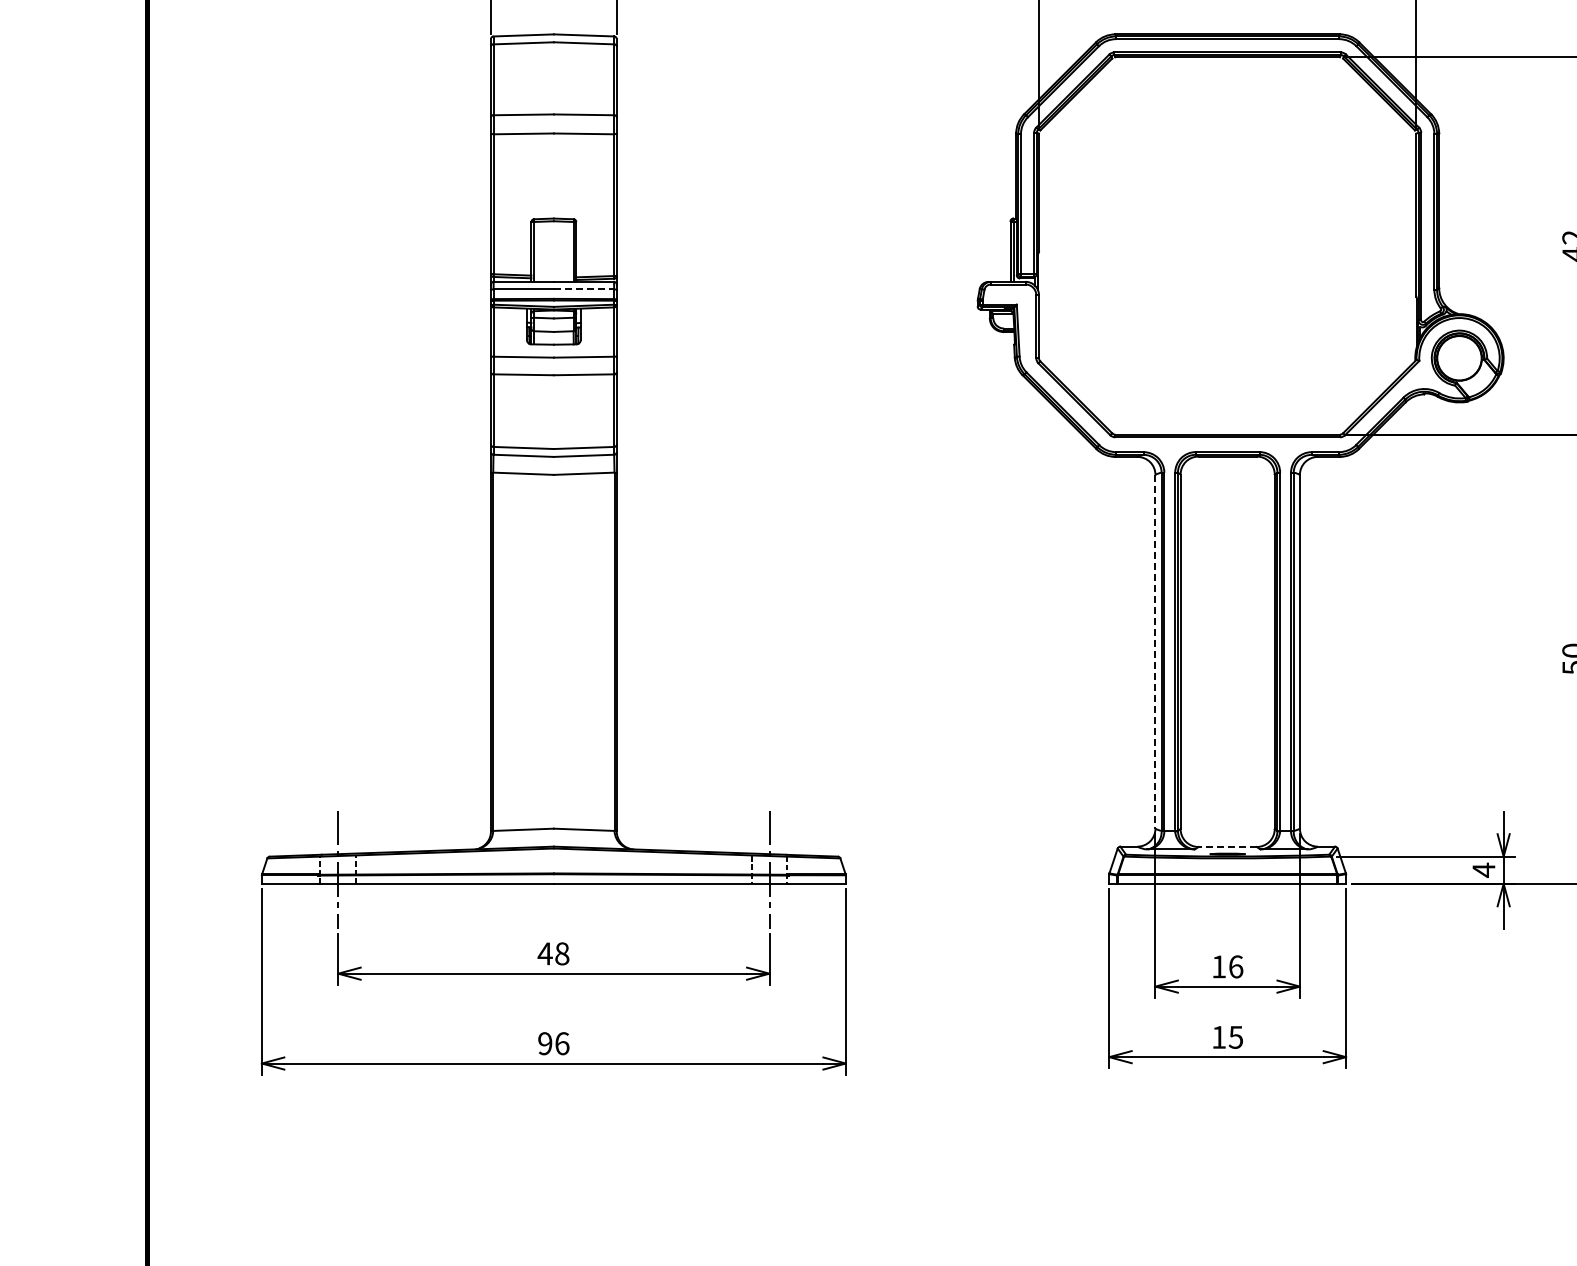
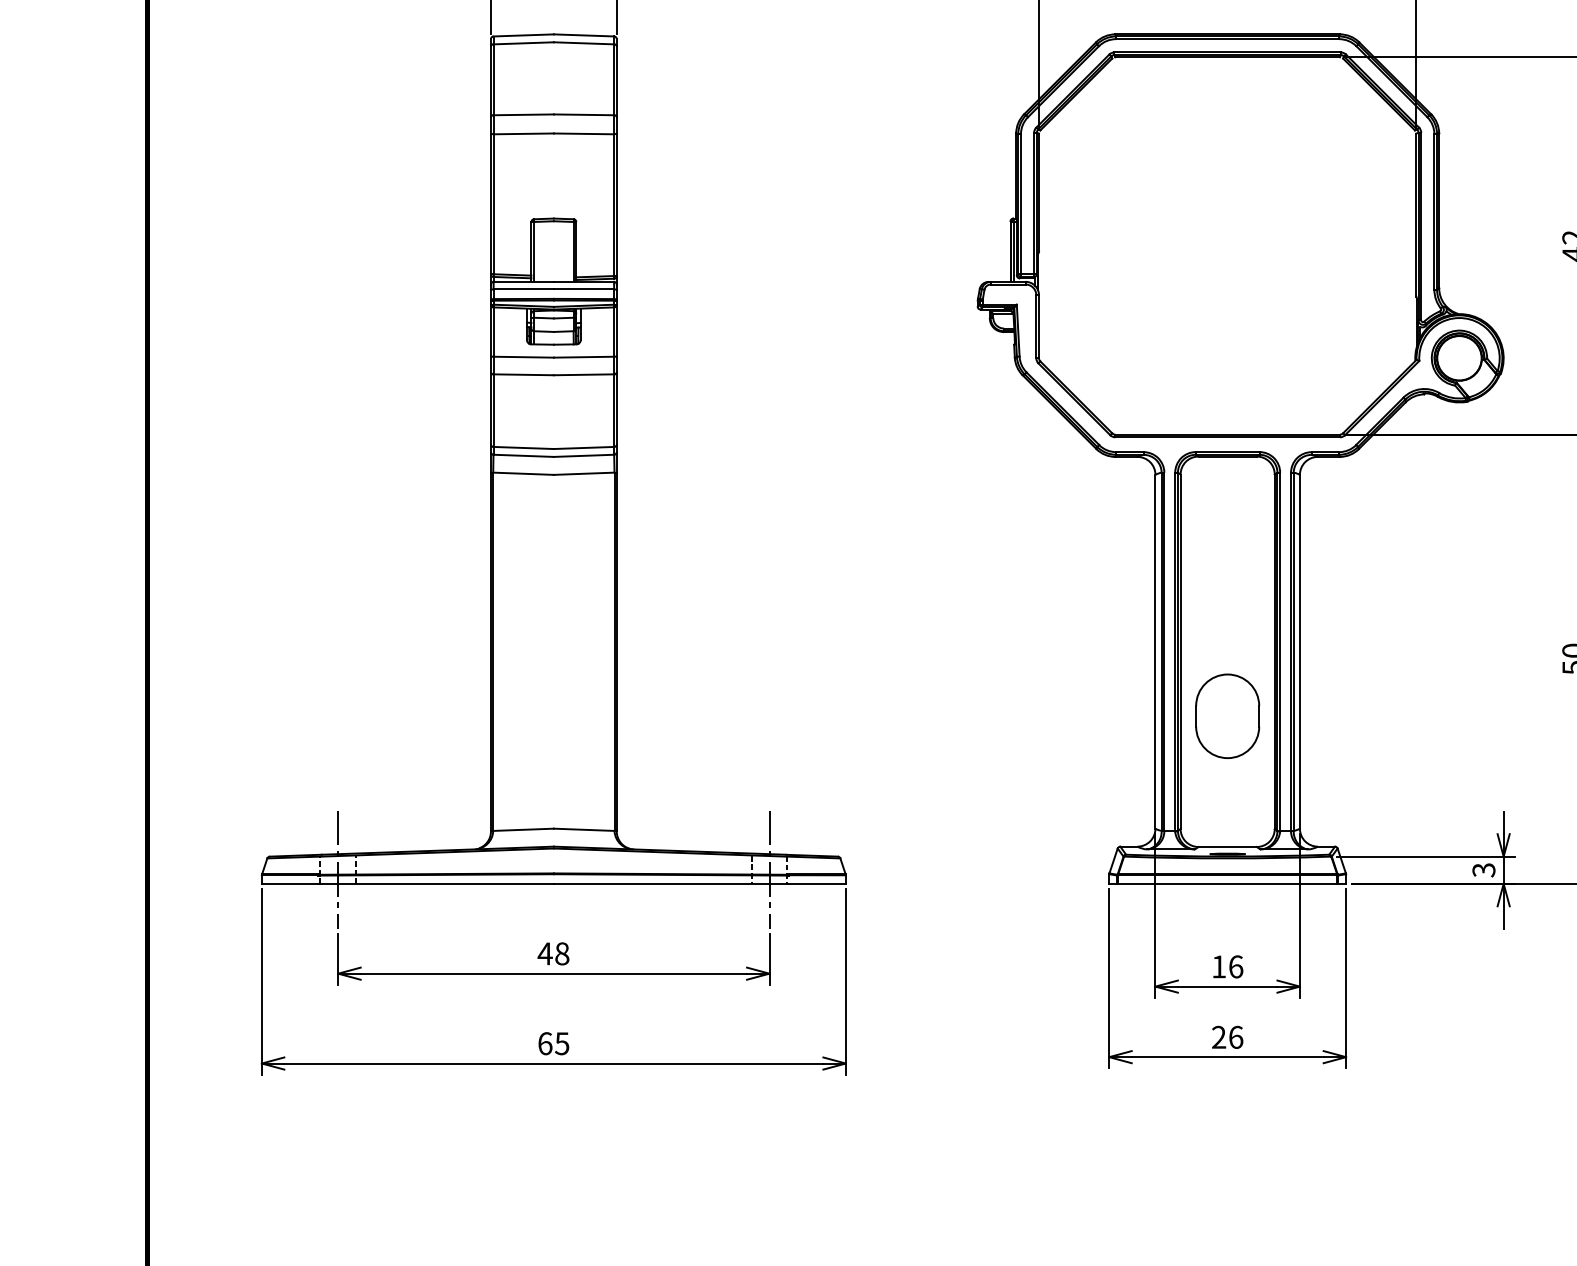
line at (584, 289): dashed -> solid
line at (1155, 651): dashed -> solid
part at (1227, 715): none -> present
line at (1227, 847): dashed -> solid
text at (1483, 869): 4 -> 3
text at (1227, 1036): 15 -> 26
text at (553, 1043): 96 -> 65
